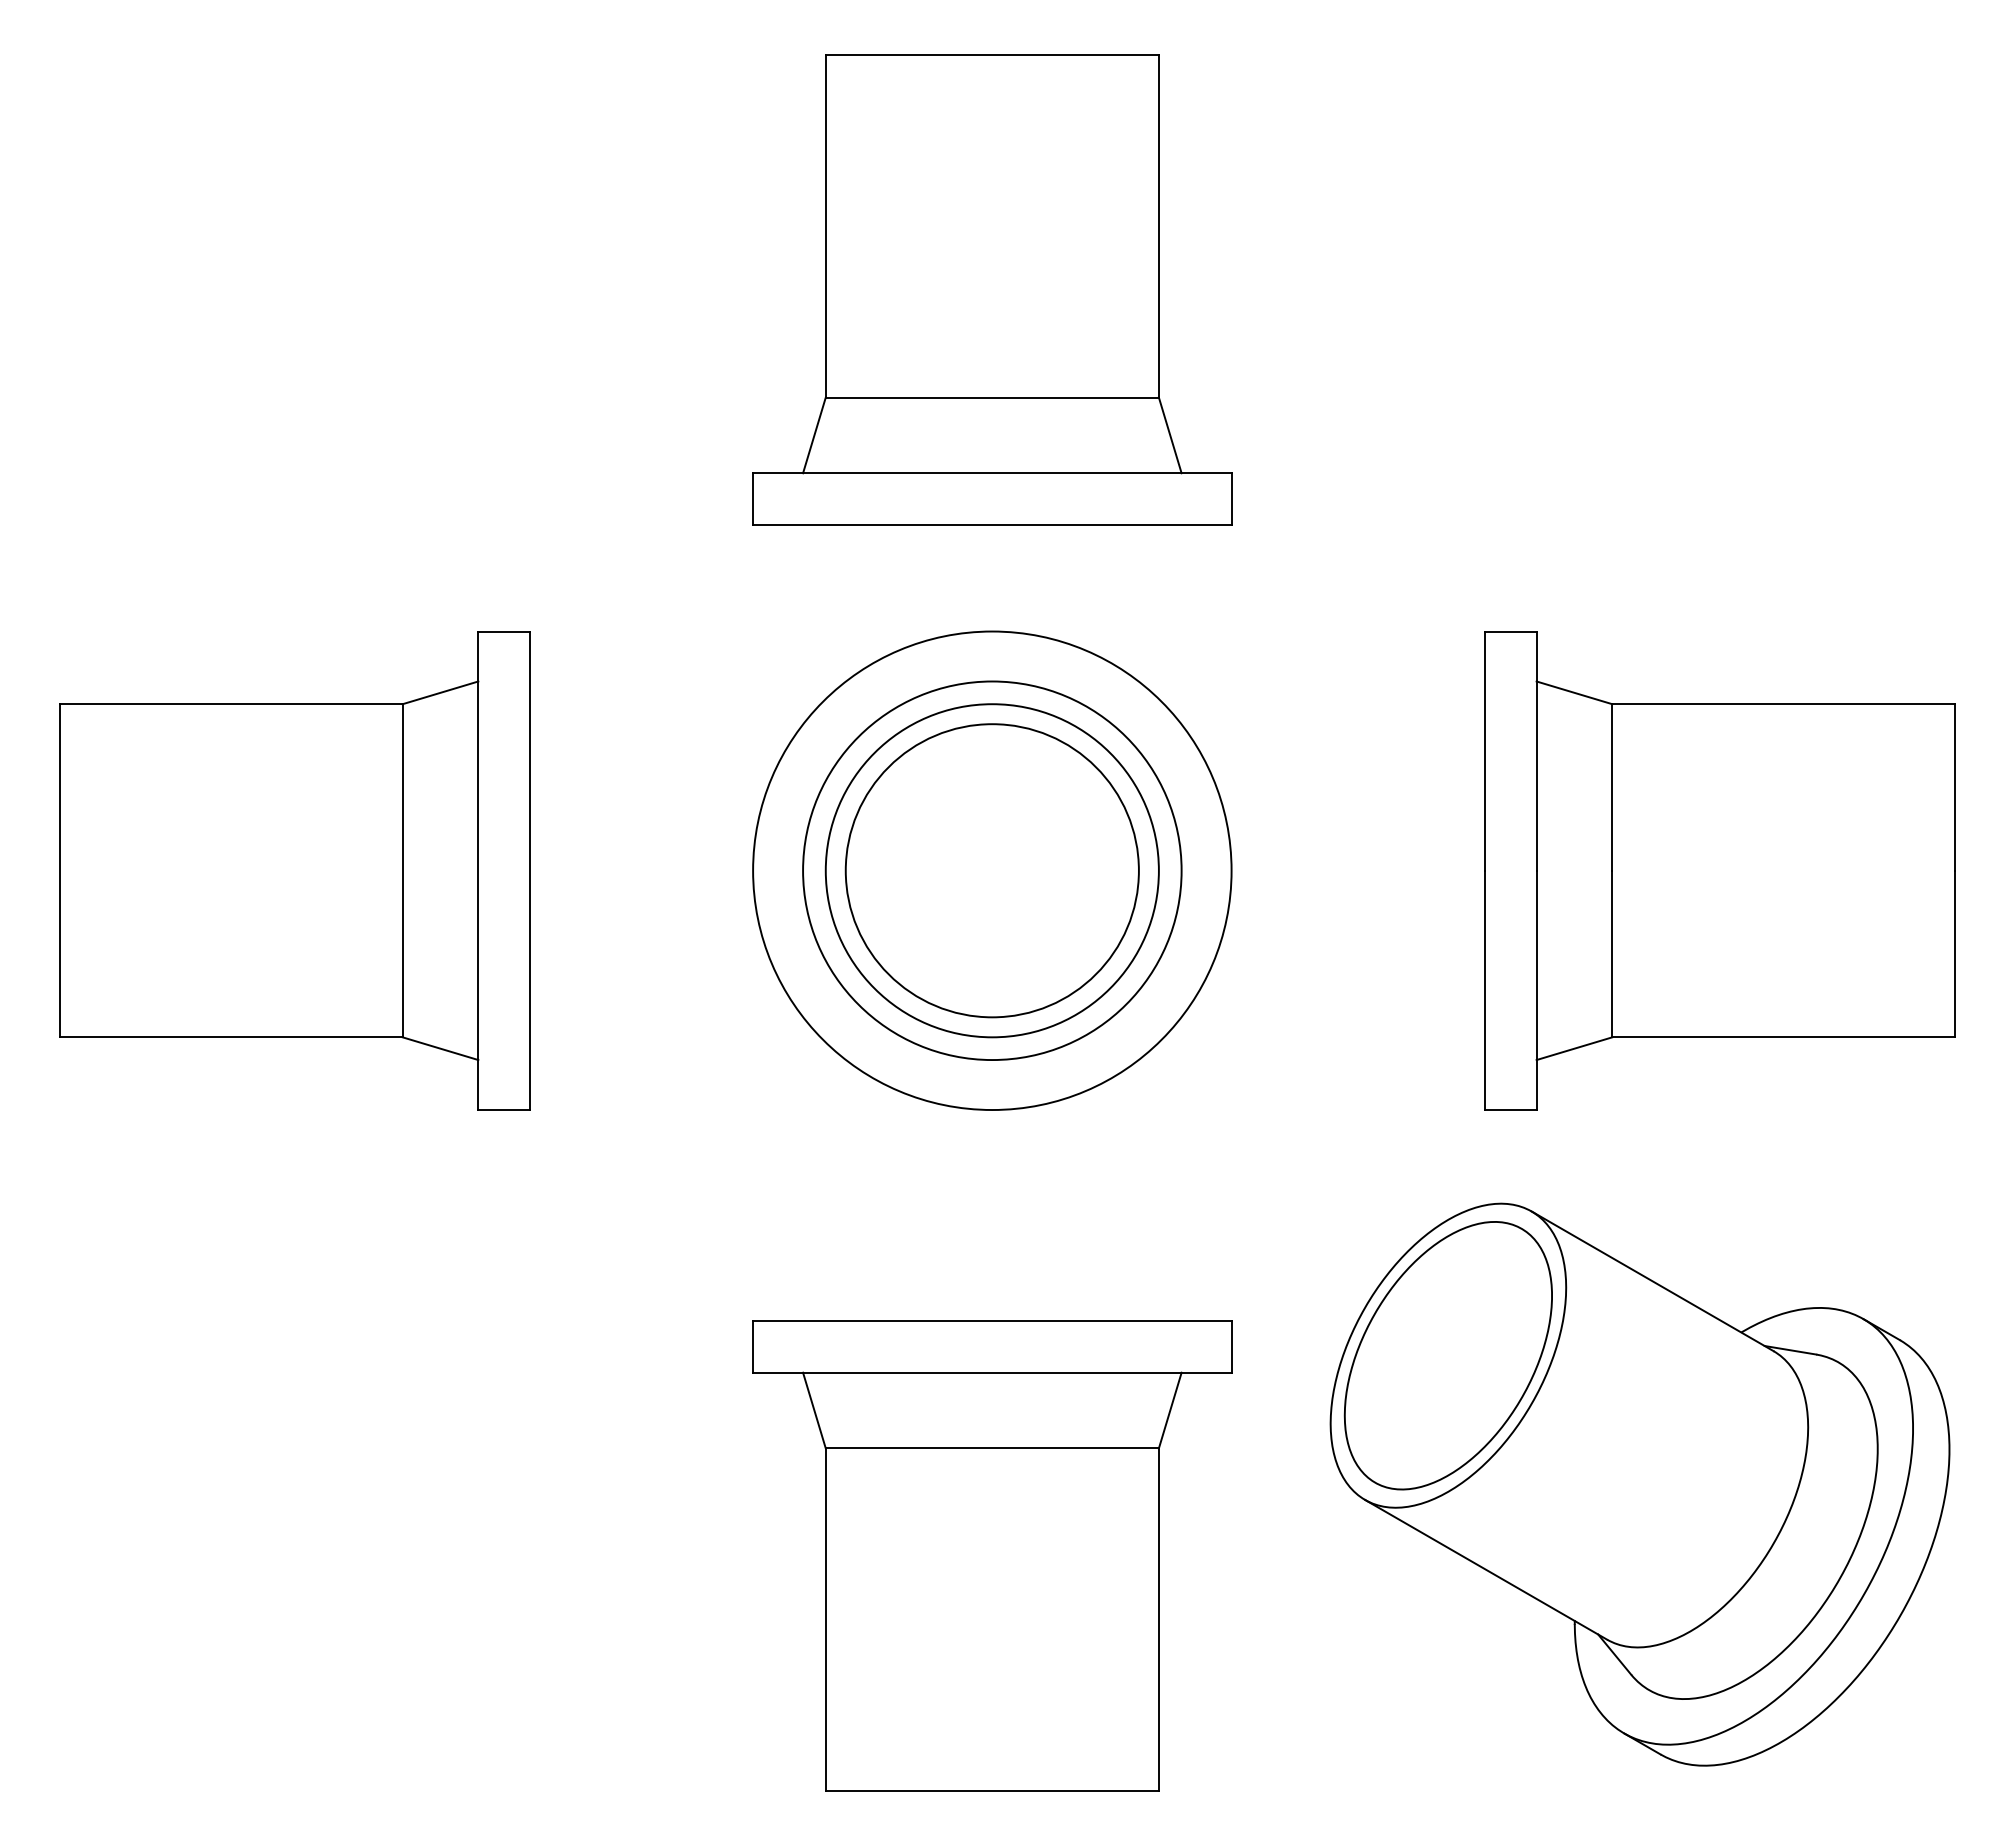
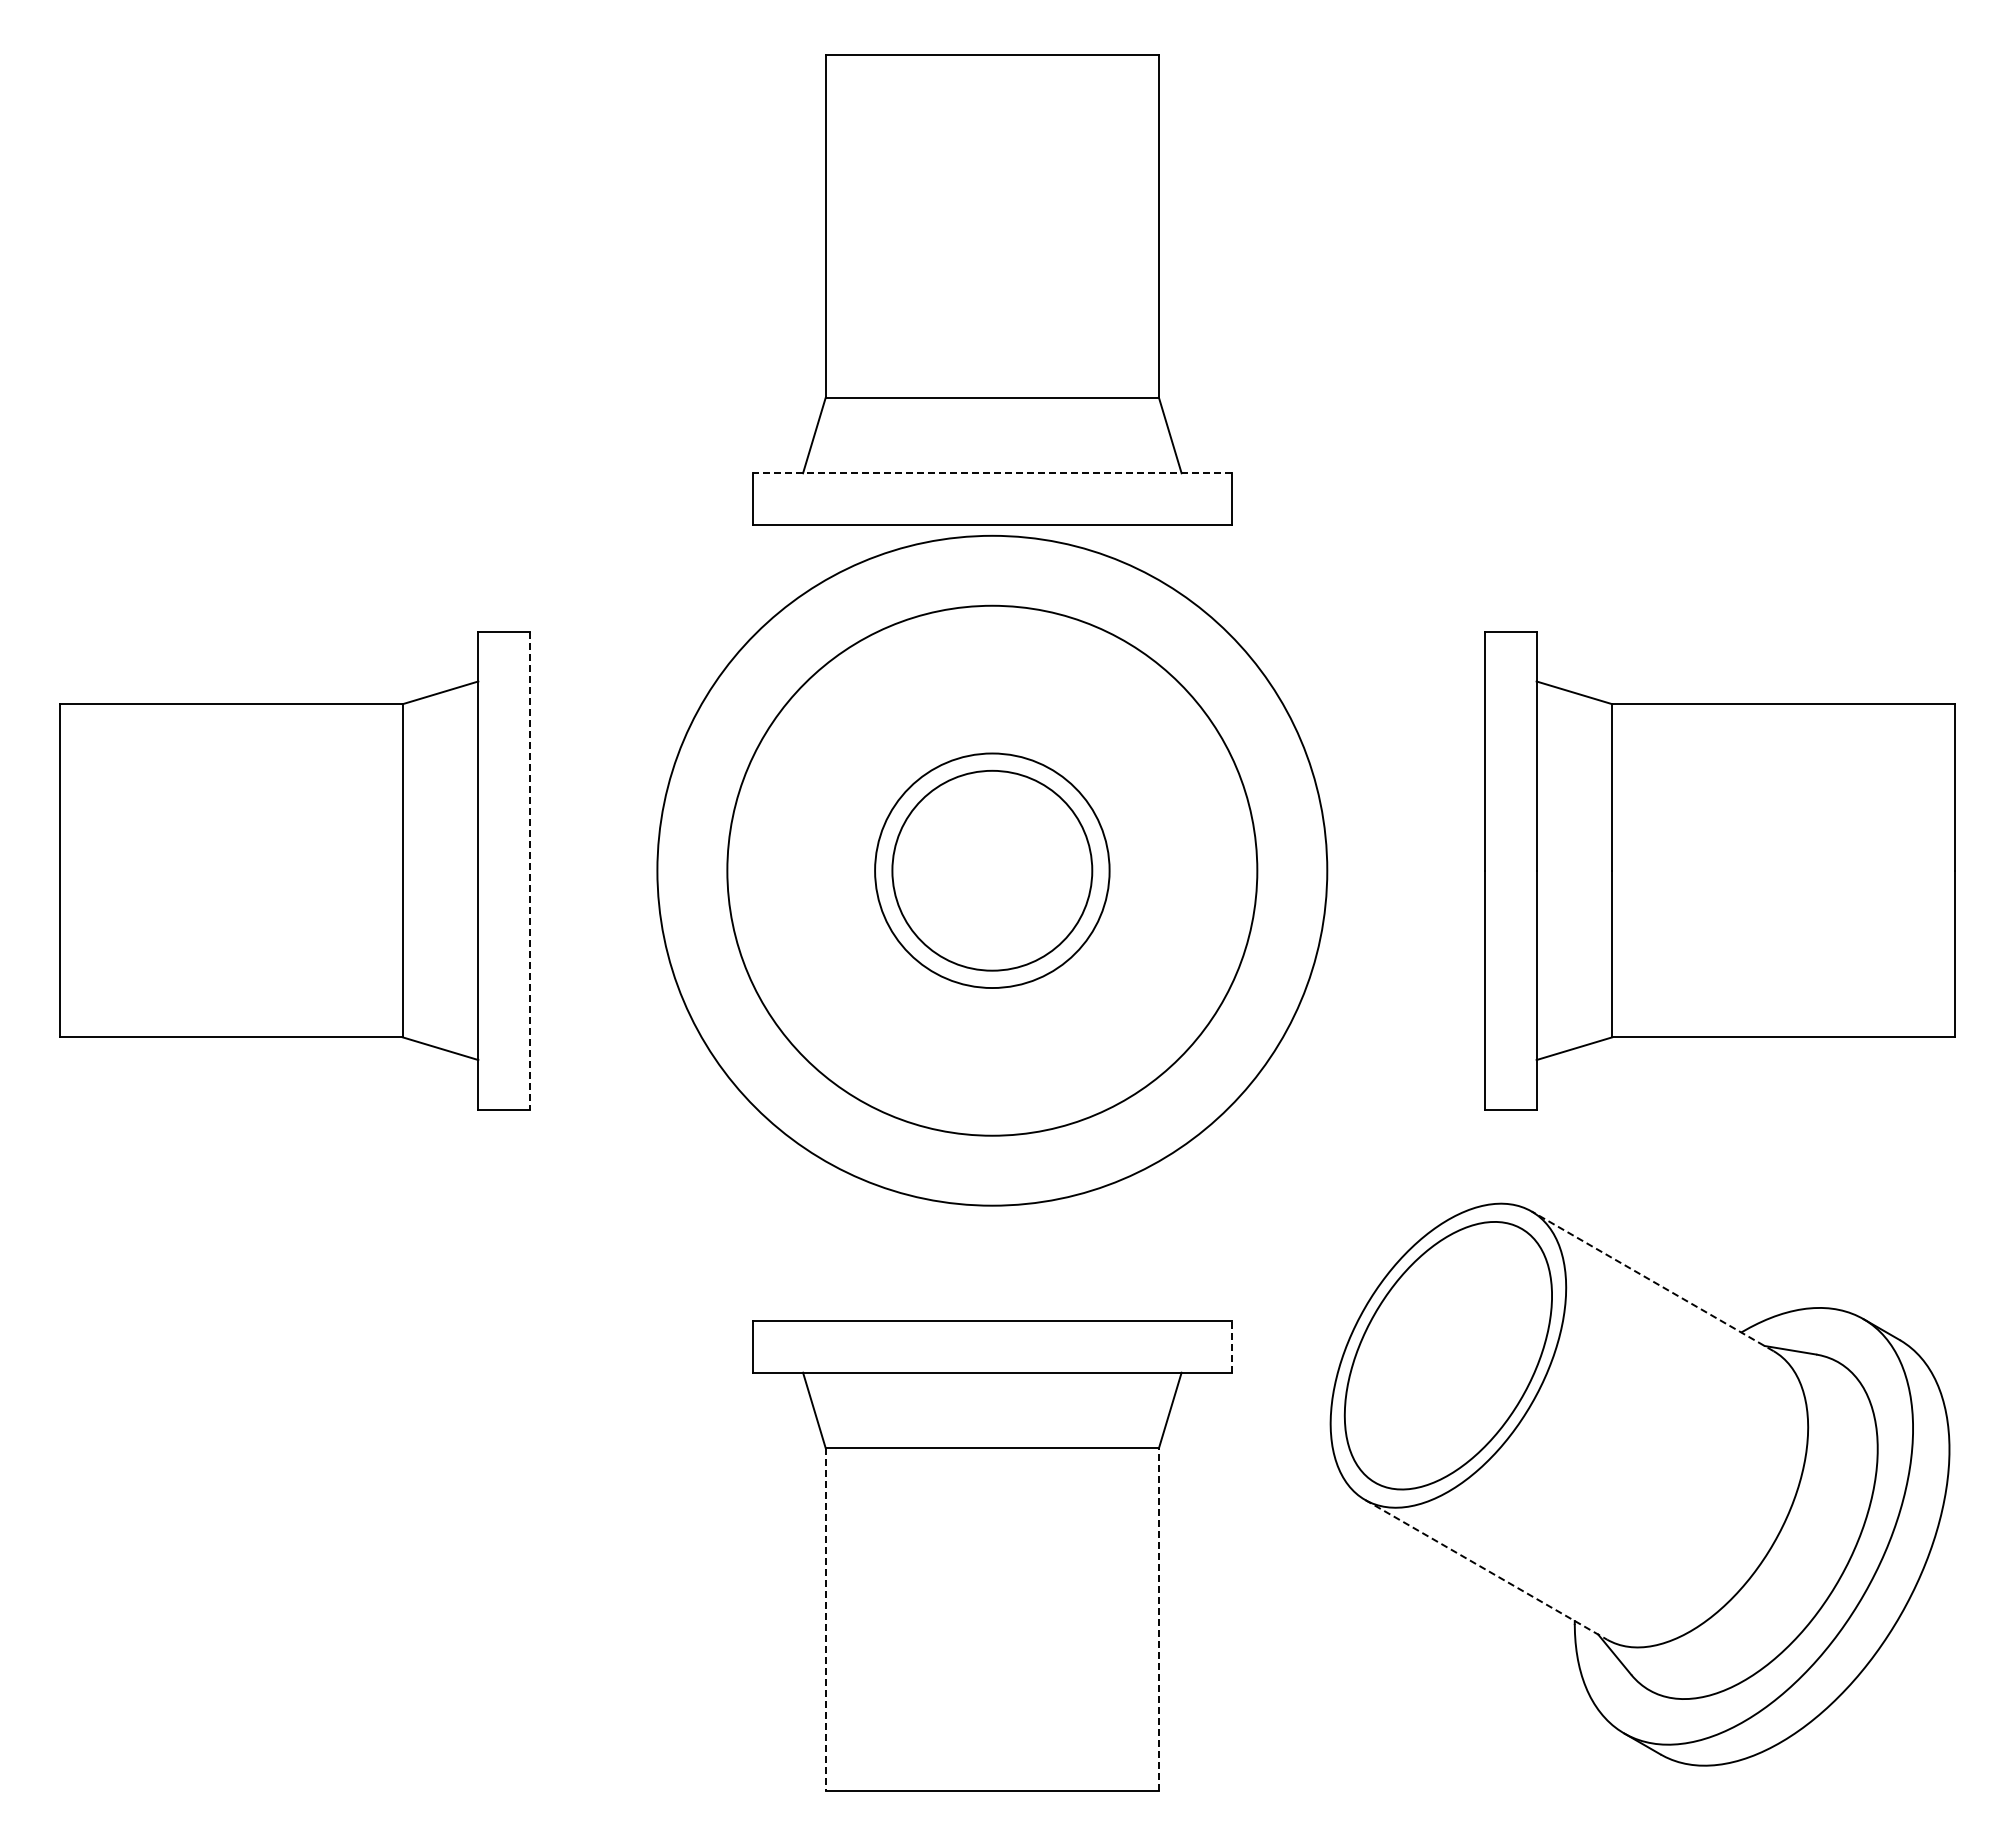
line at (991, 473): solid -> dashed
circle at (991, 870) diameter: 293 px -> 235 px
circle at (991, 870) diameter: 333 px -> 200 px
circle at (992, 870) diameter: 379 px -> 530 px
circle at (992, 870) diameter: 478 px -> 670 px
line at (529, 871): solid -> dashed
line at (1652, 1281): solid -> dashed
line at (1231, 1346): solid -> dashed
line at (1486, 1569): solid -> dashed
line at (1158, 1619): solid -> dashed
line at (825, 1620): solid -> dashed
